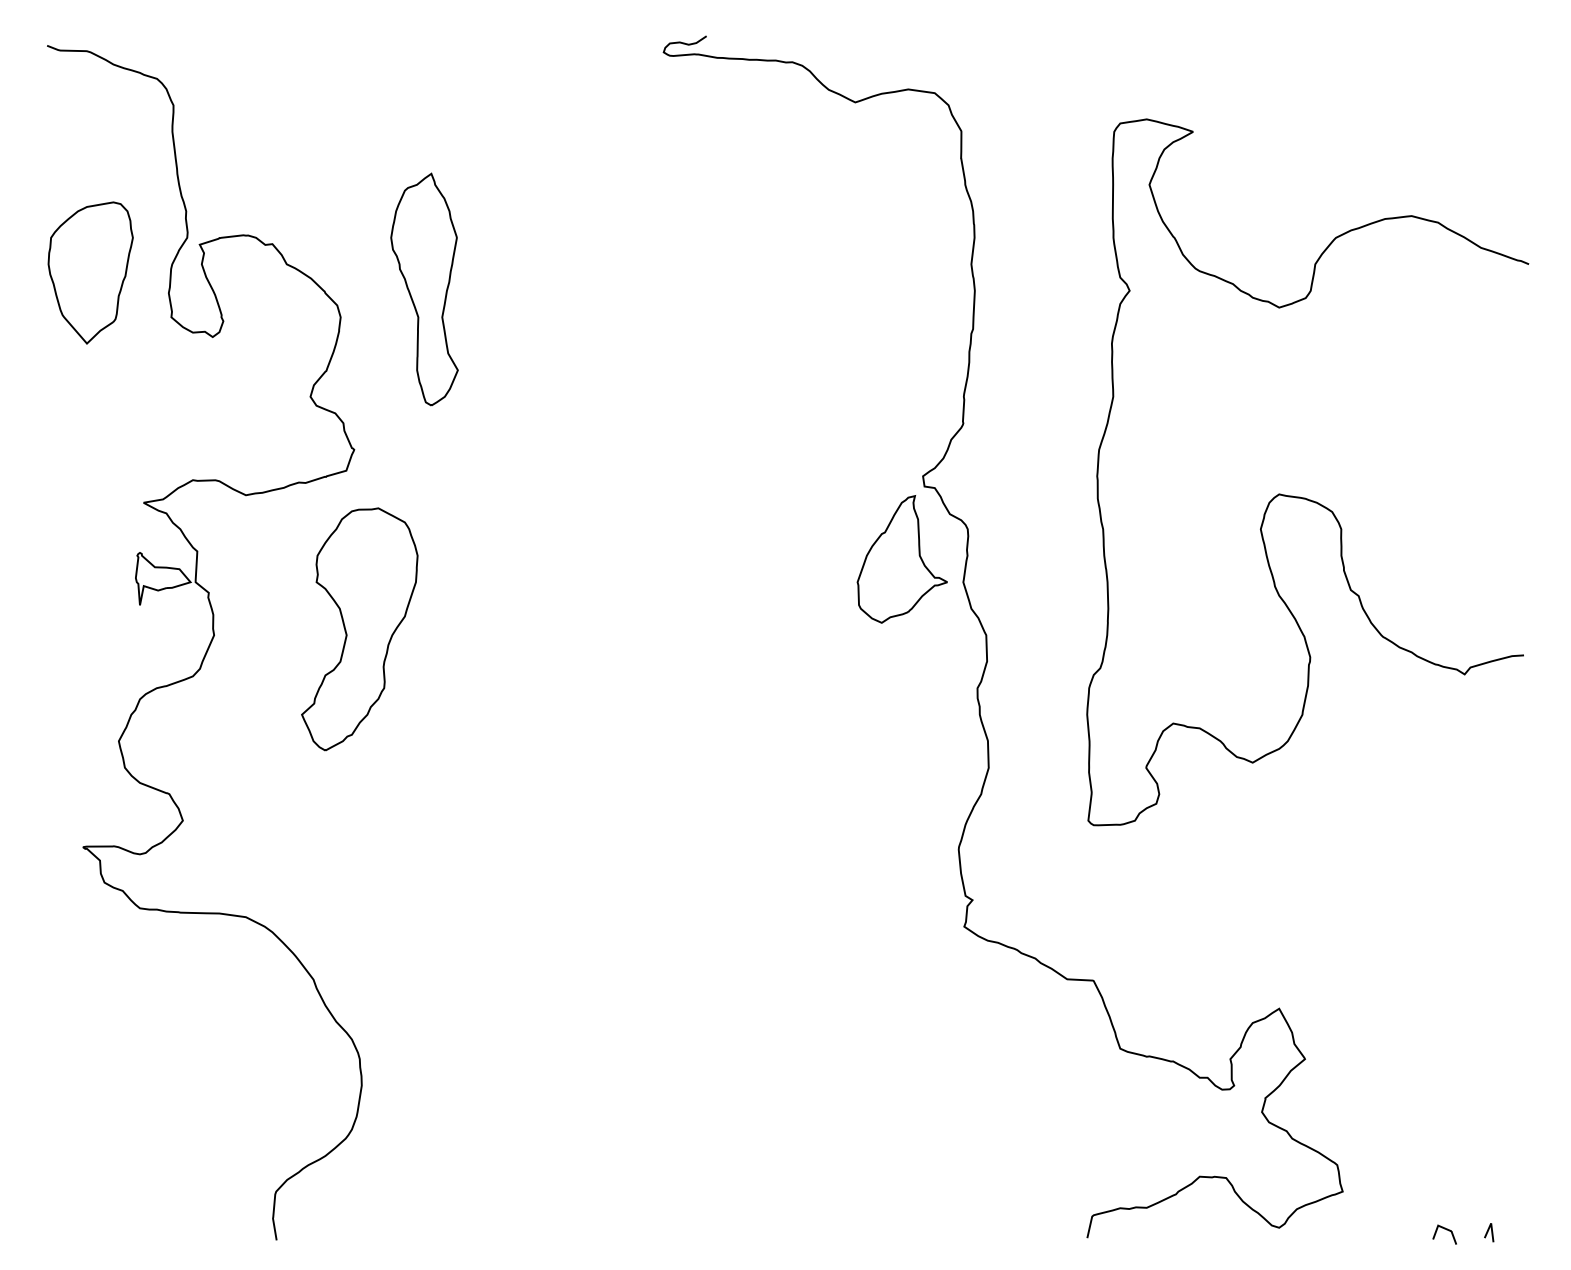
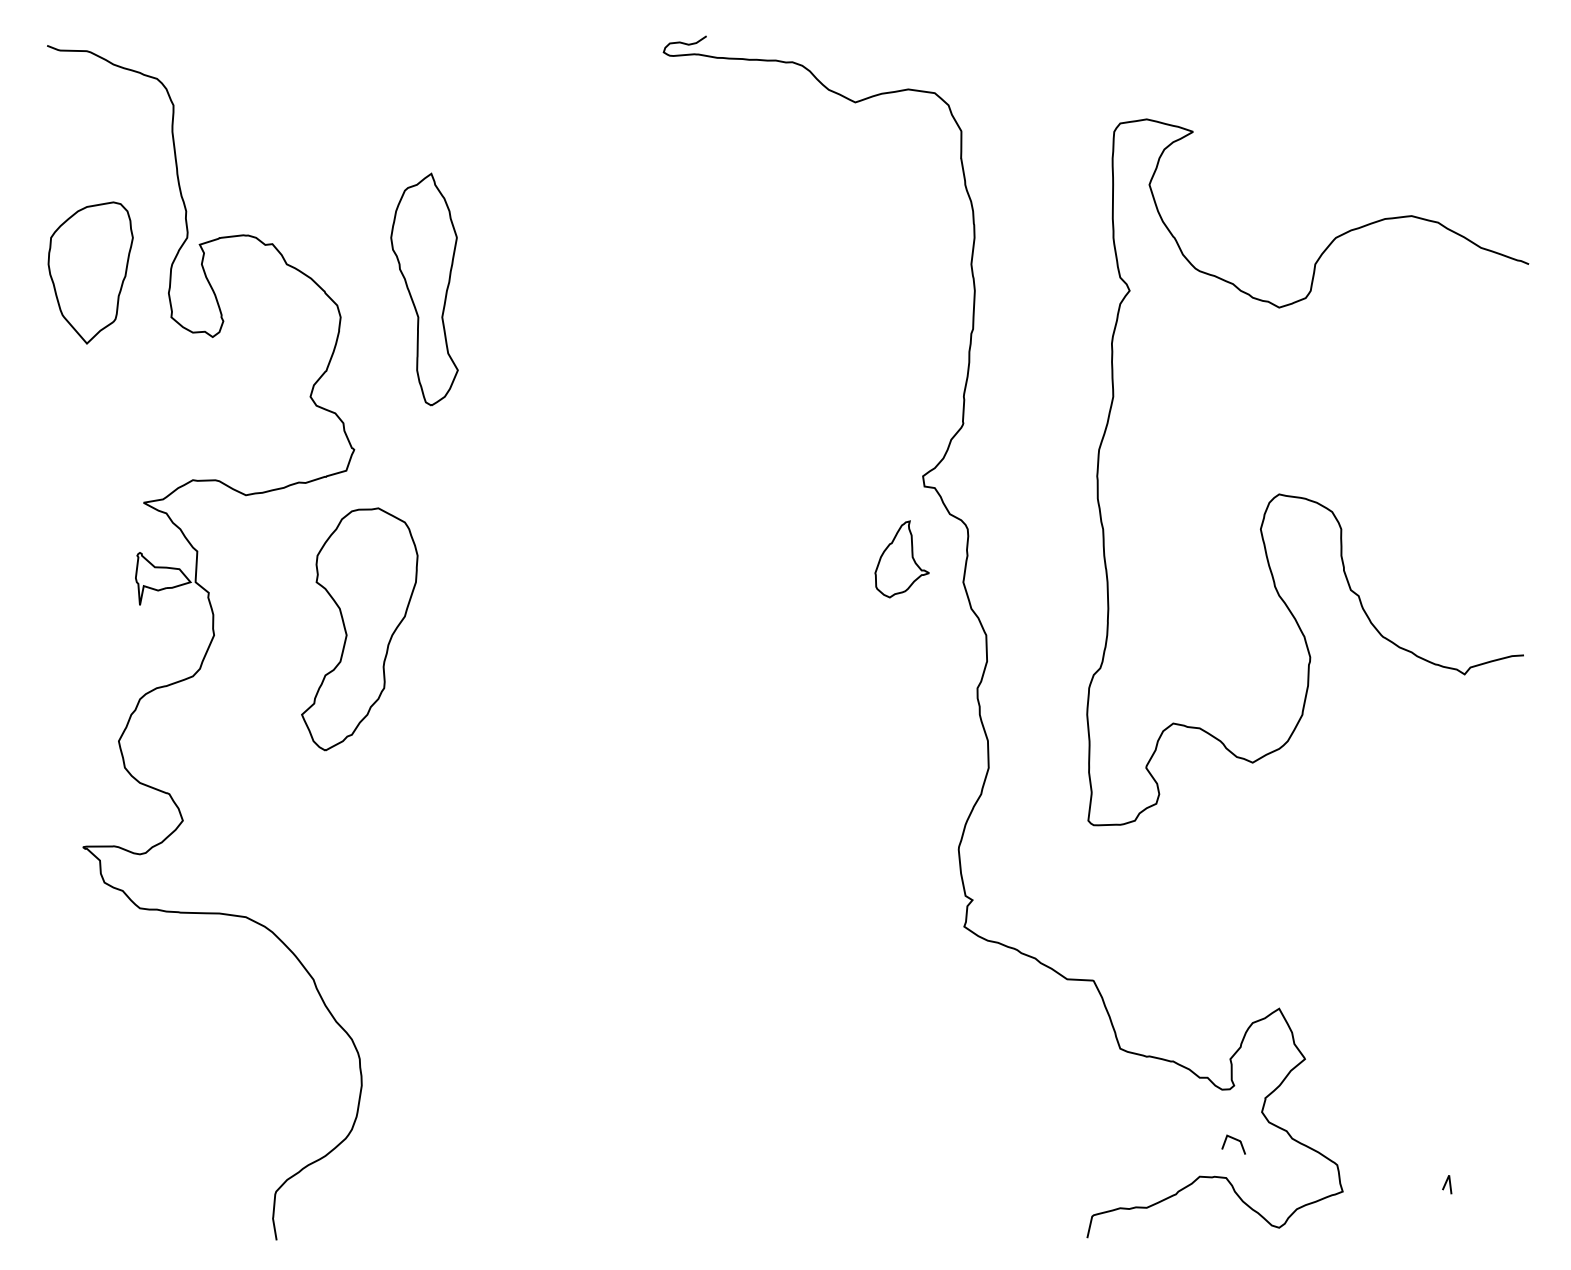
part at (901, 559) size: 92x129 px -> 56x79 px
curve at (1446, 1230) position: (1446, 1230) -> (1235, 1140)
line at (1488, 1232) position: (1488, 1232) -> (1446, 1184)
